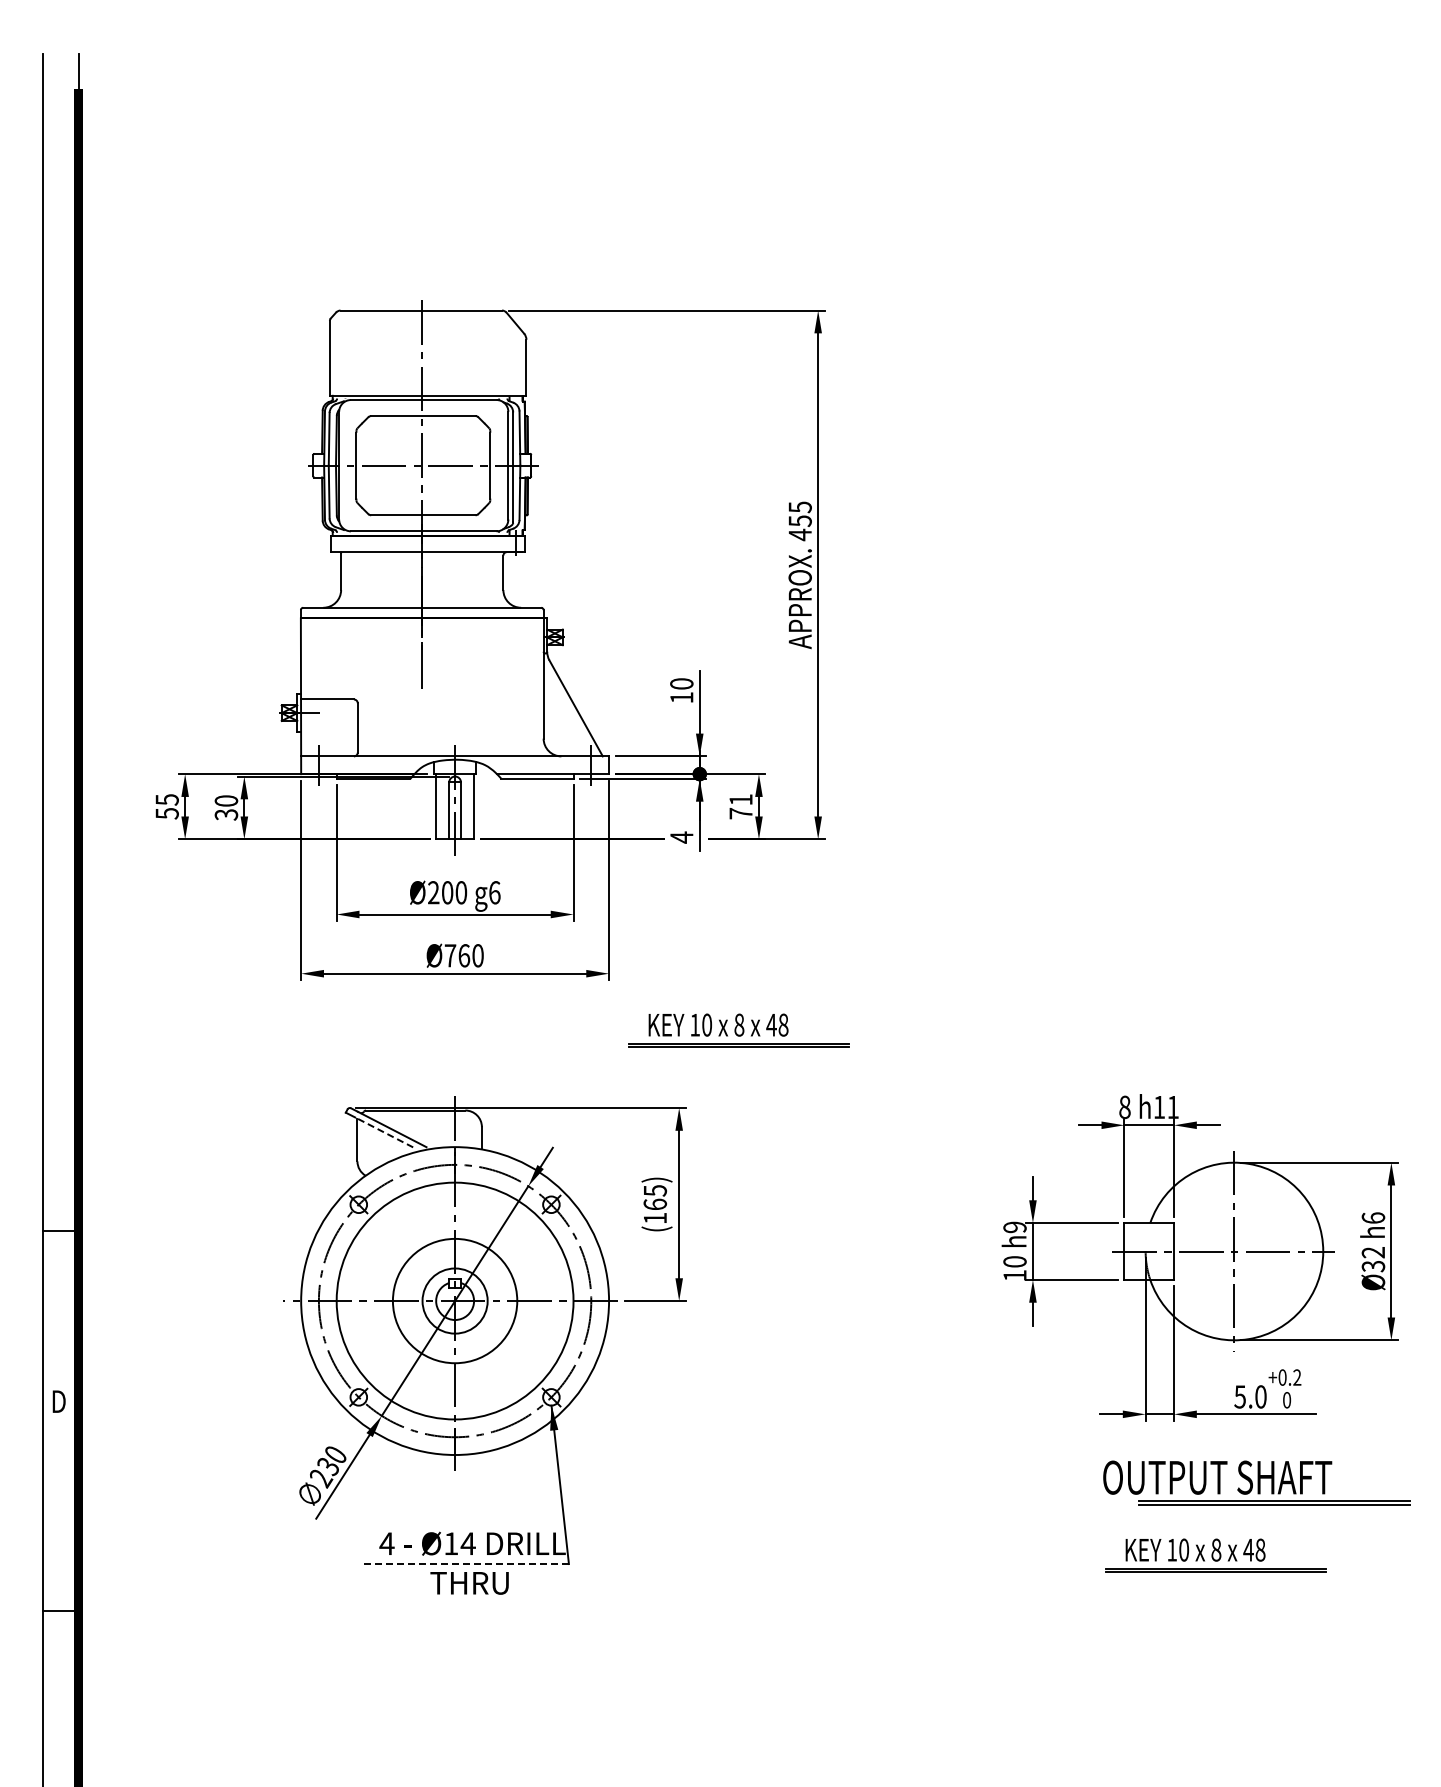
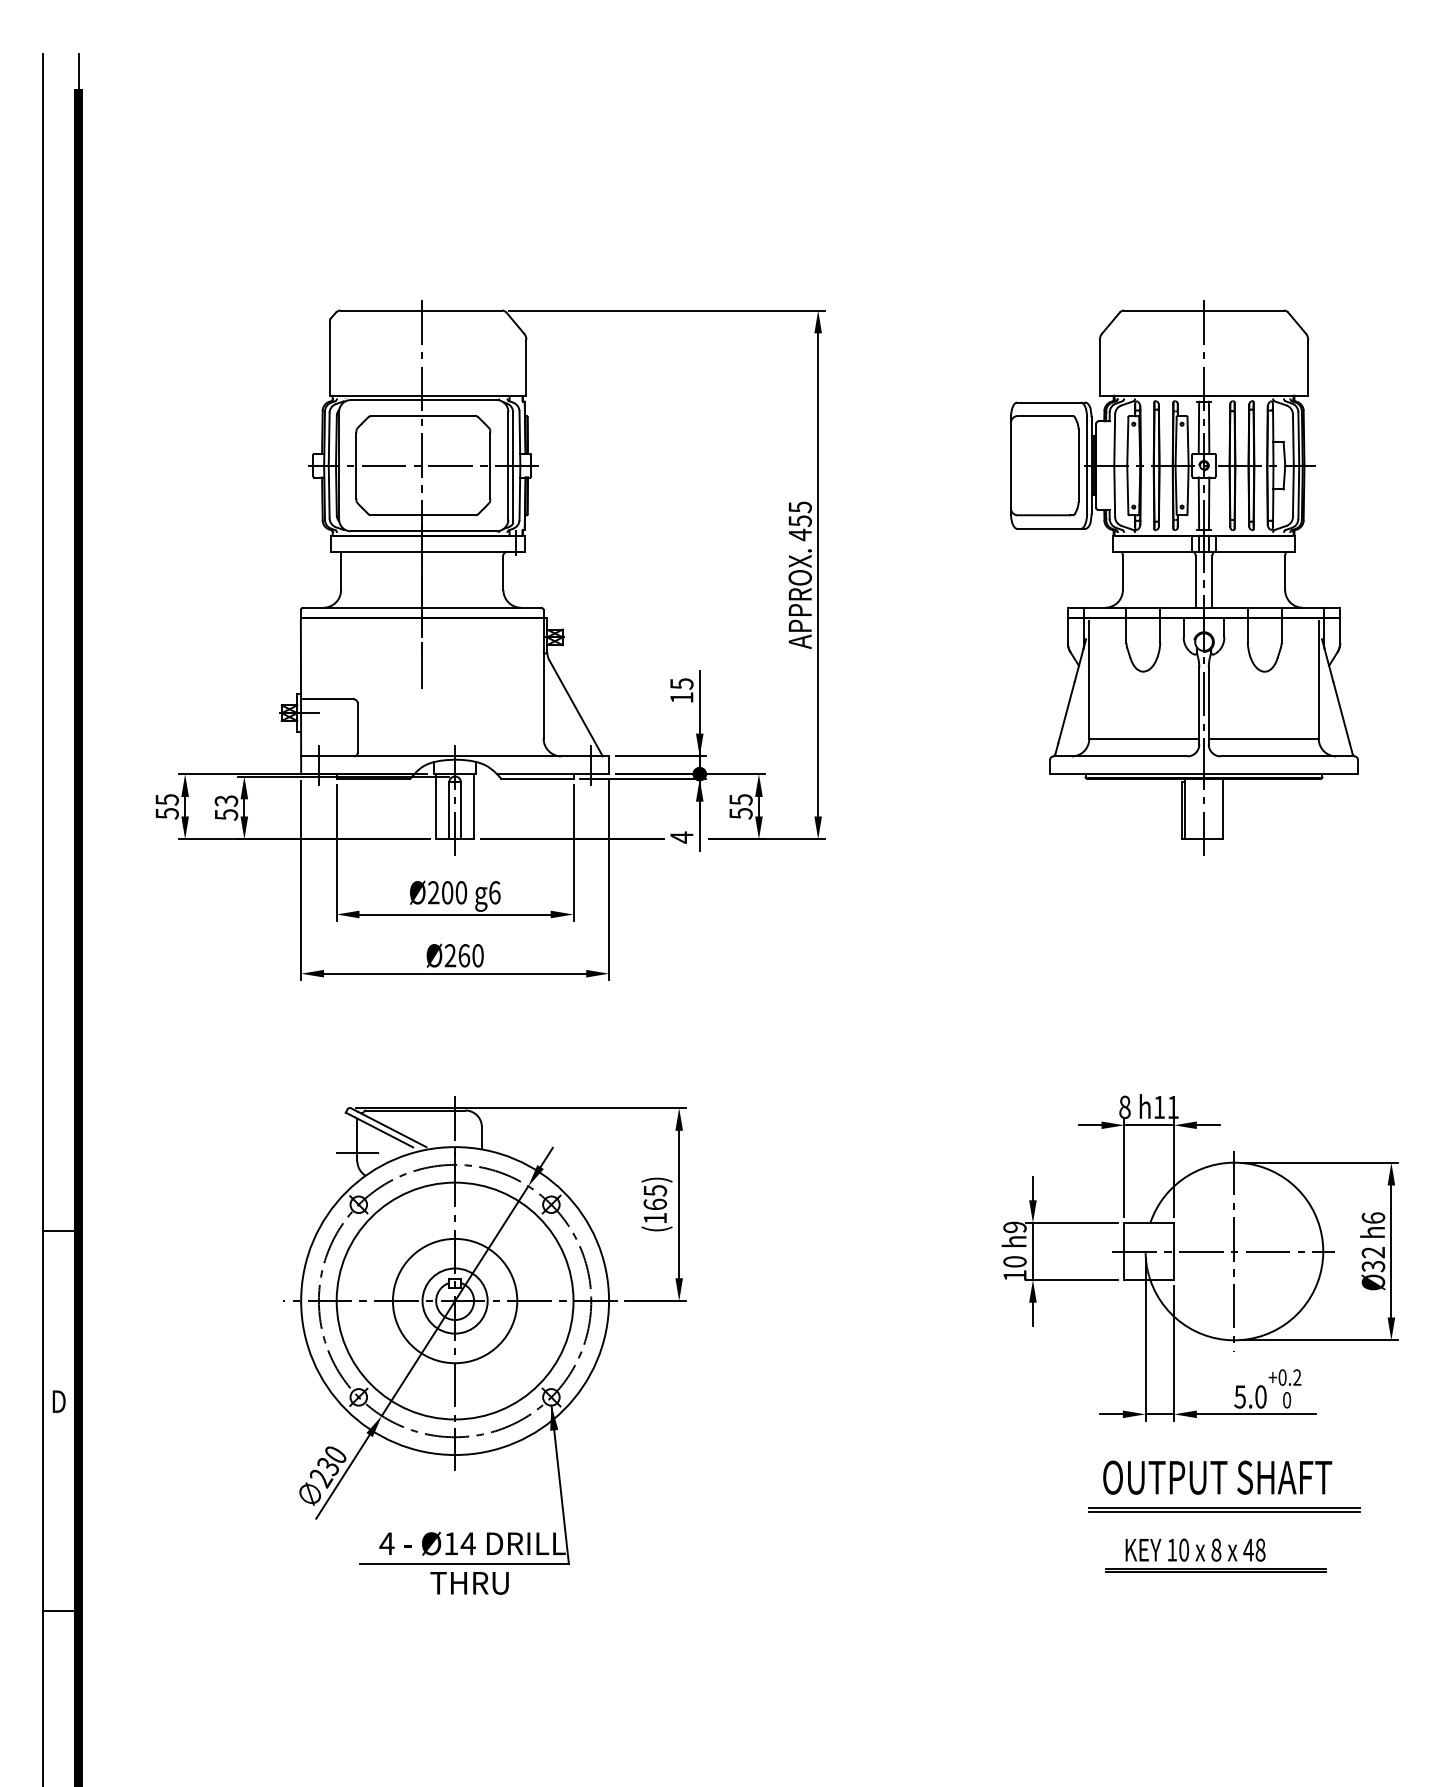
part at (1184, 577): none -> present
text at (681, 683): 10 -> 15
text at (740, 806): 71 -> 55
text at (226, 807): 30 -> 53
text at (450, 955): Ø760 -> Ø260
part at (738, 1030): present -> none
line at (384, 1132): dashed -> solid
line at (357, 1153): none -> present
part at (1274, 1502) position: (1274, 1502) -> (1224, 1509)
line at (464, 1564): dashed -> solid
